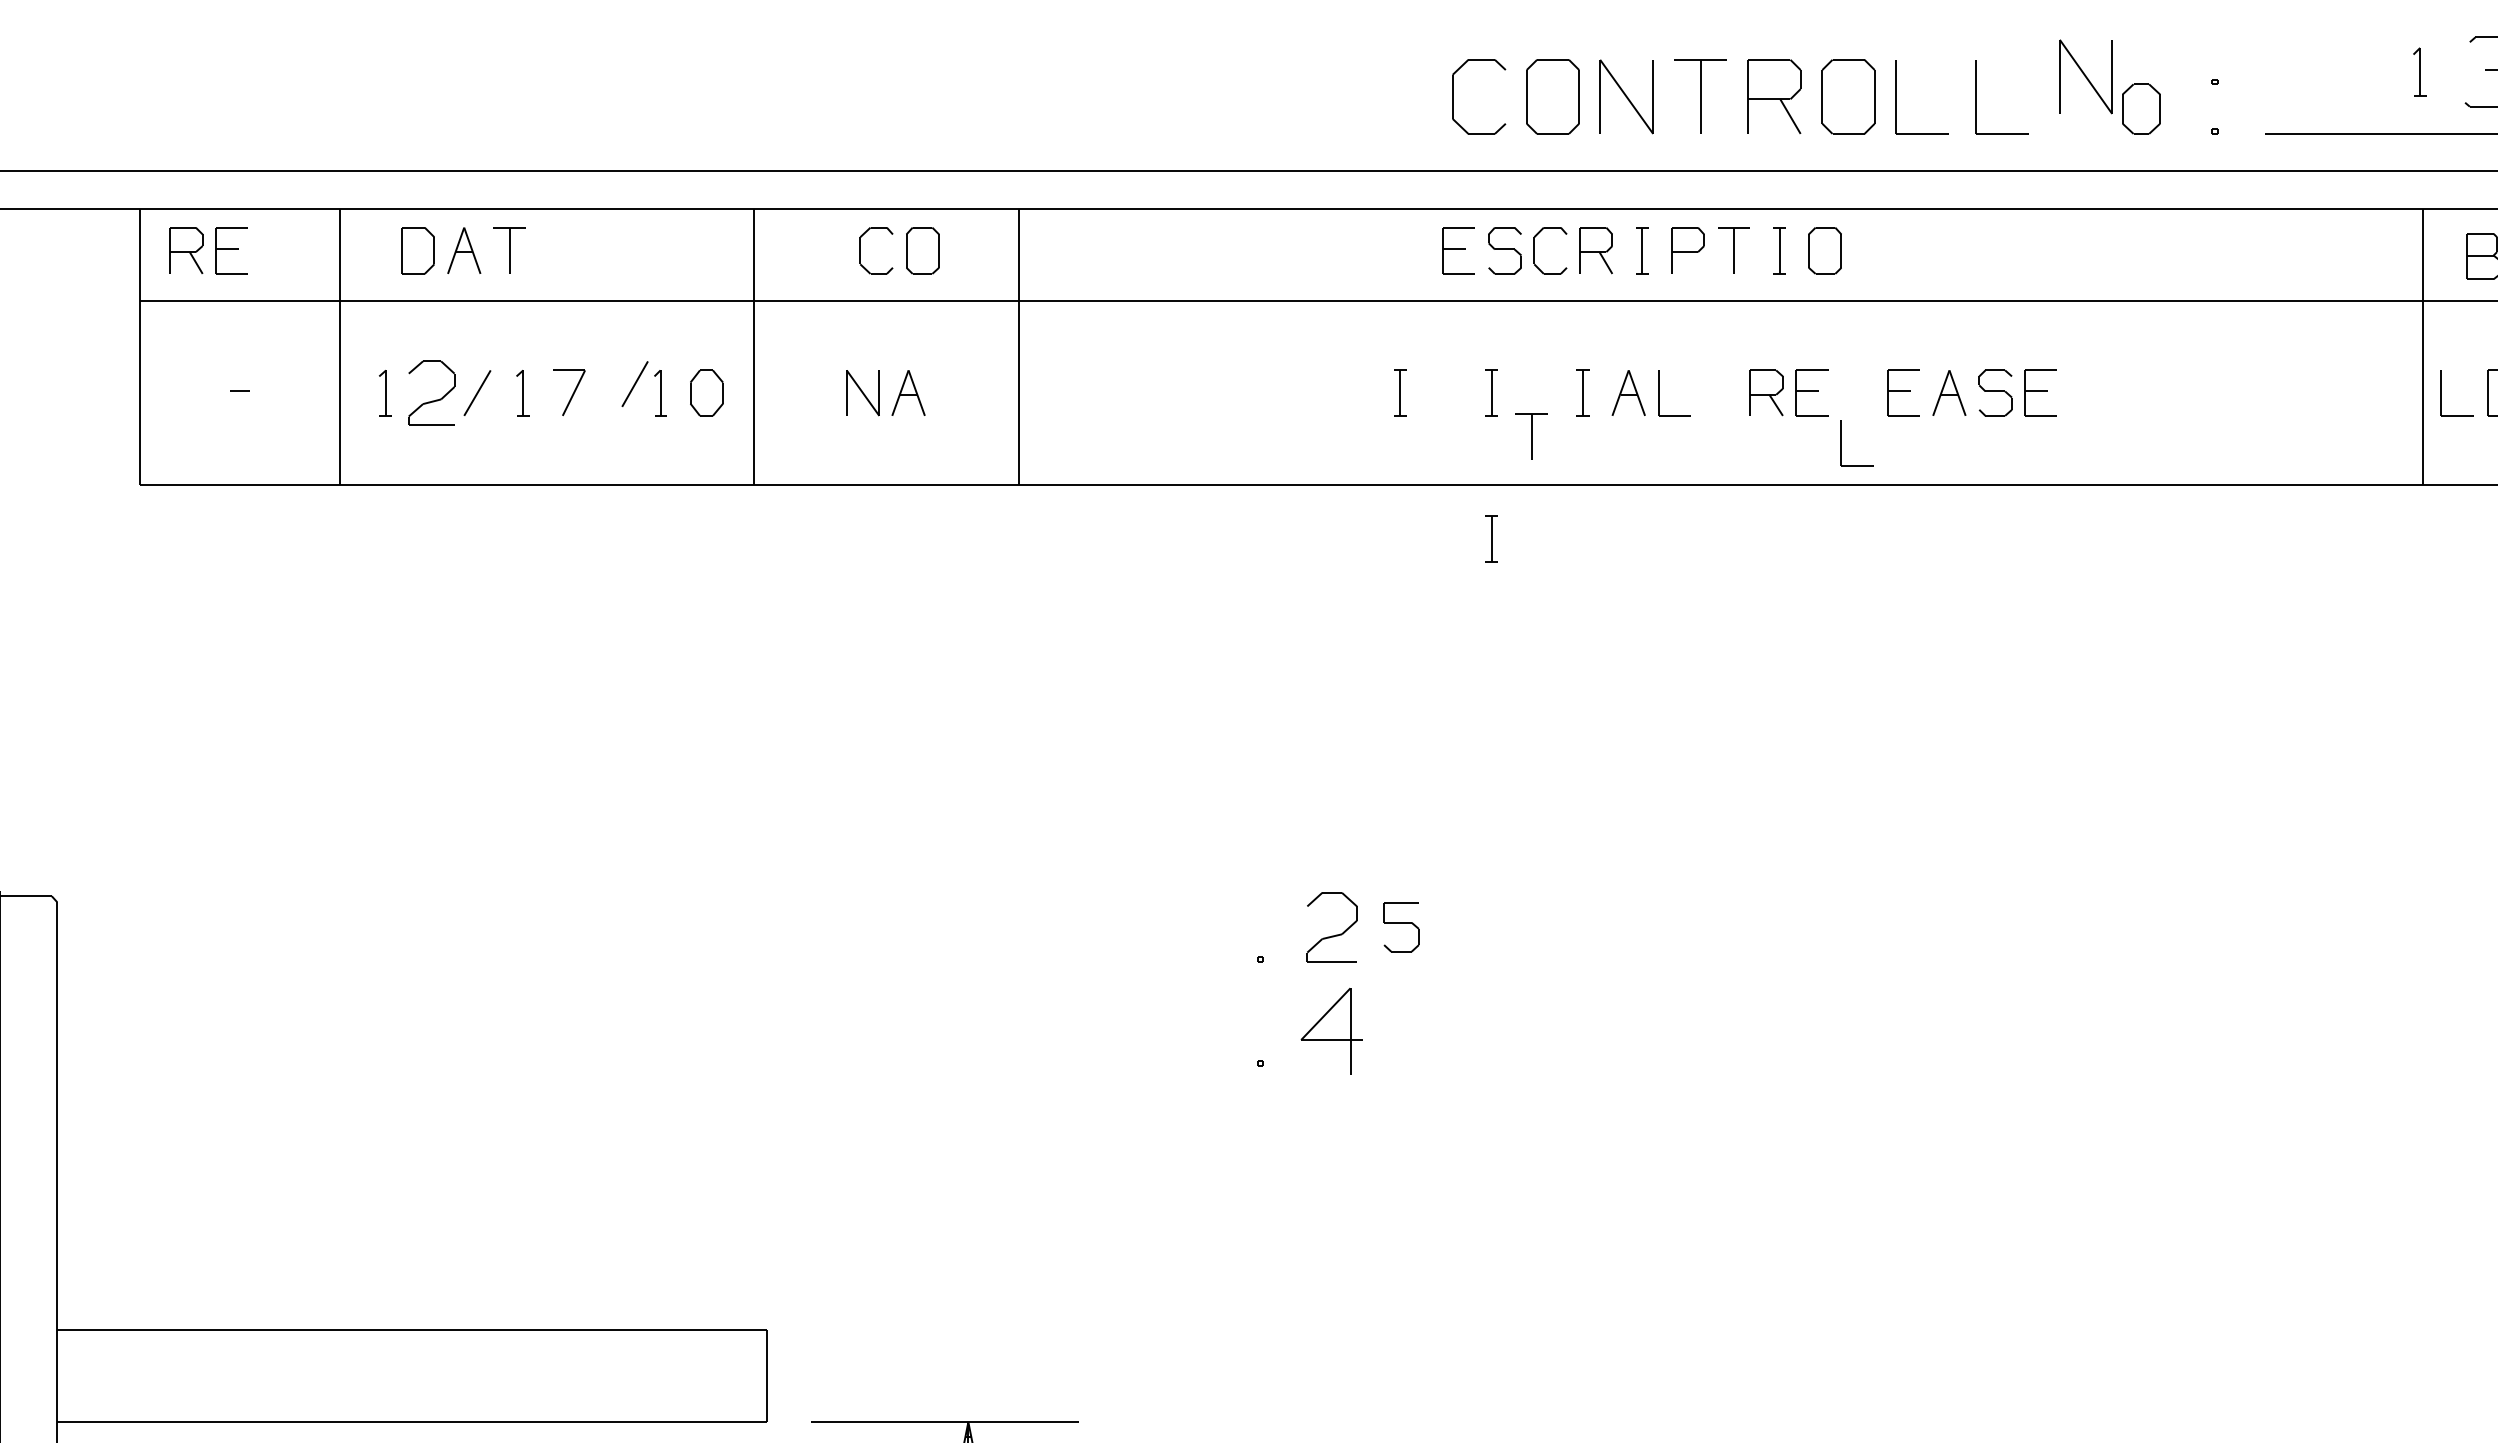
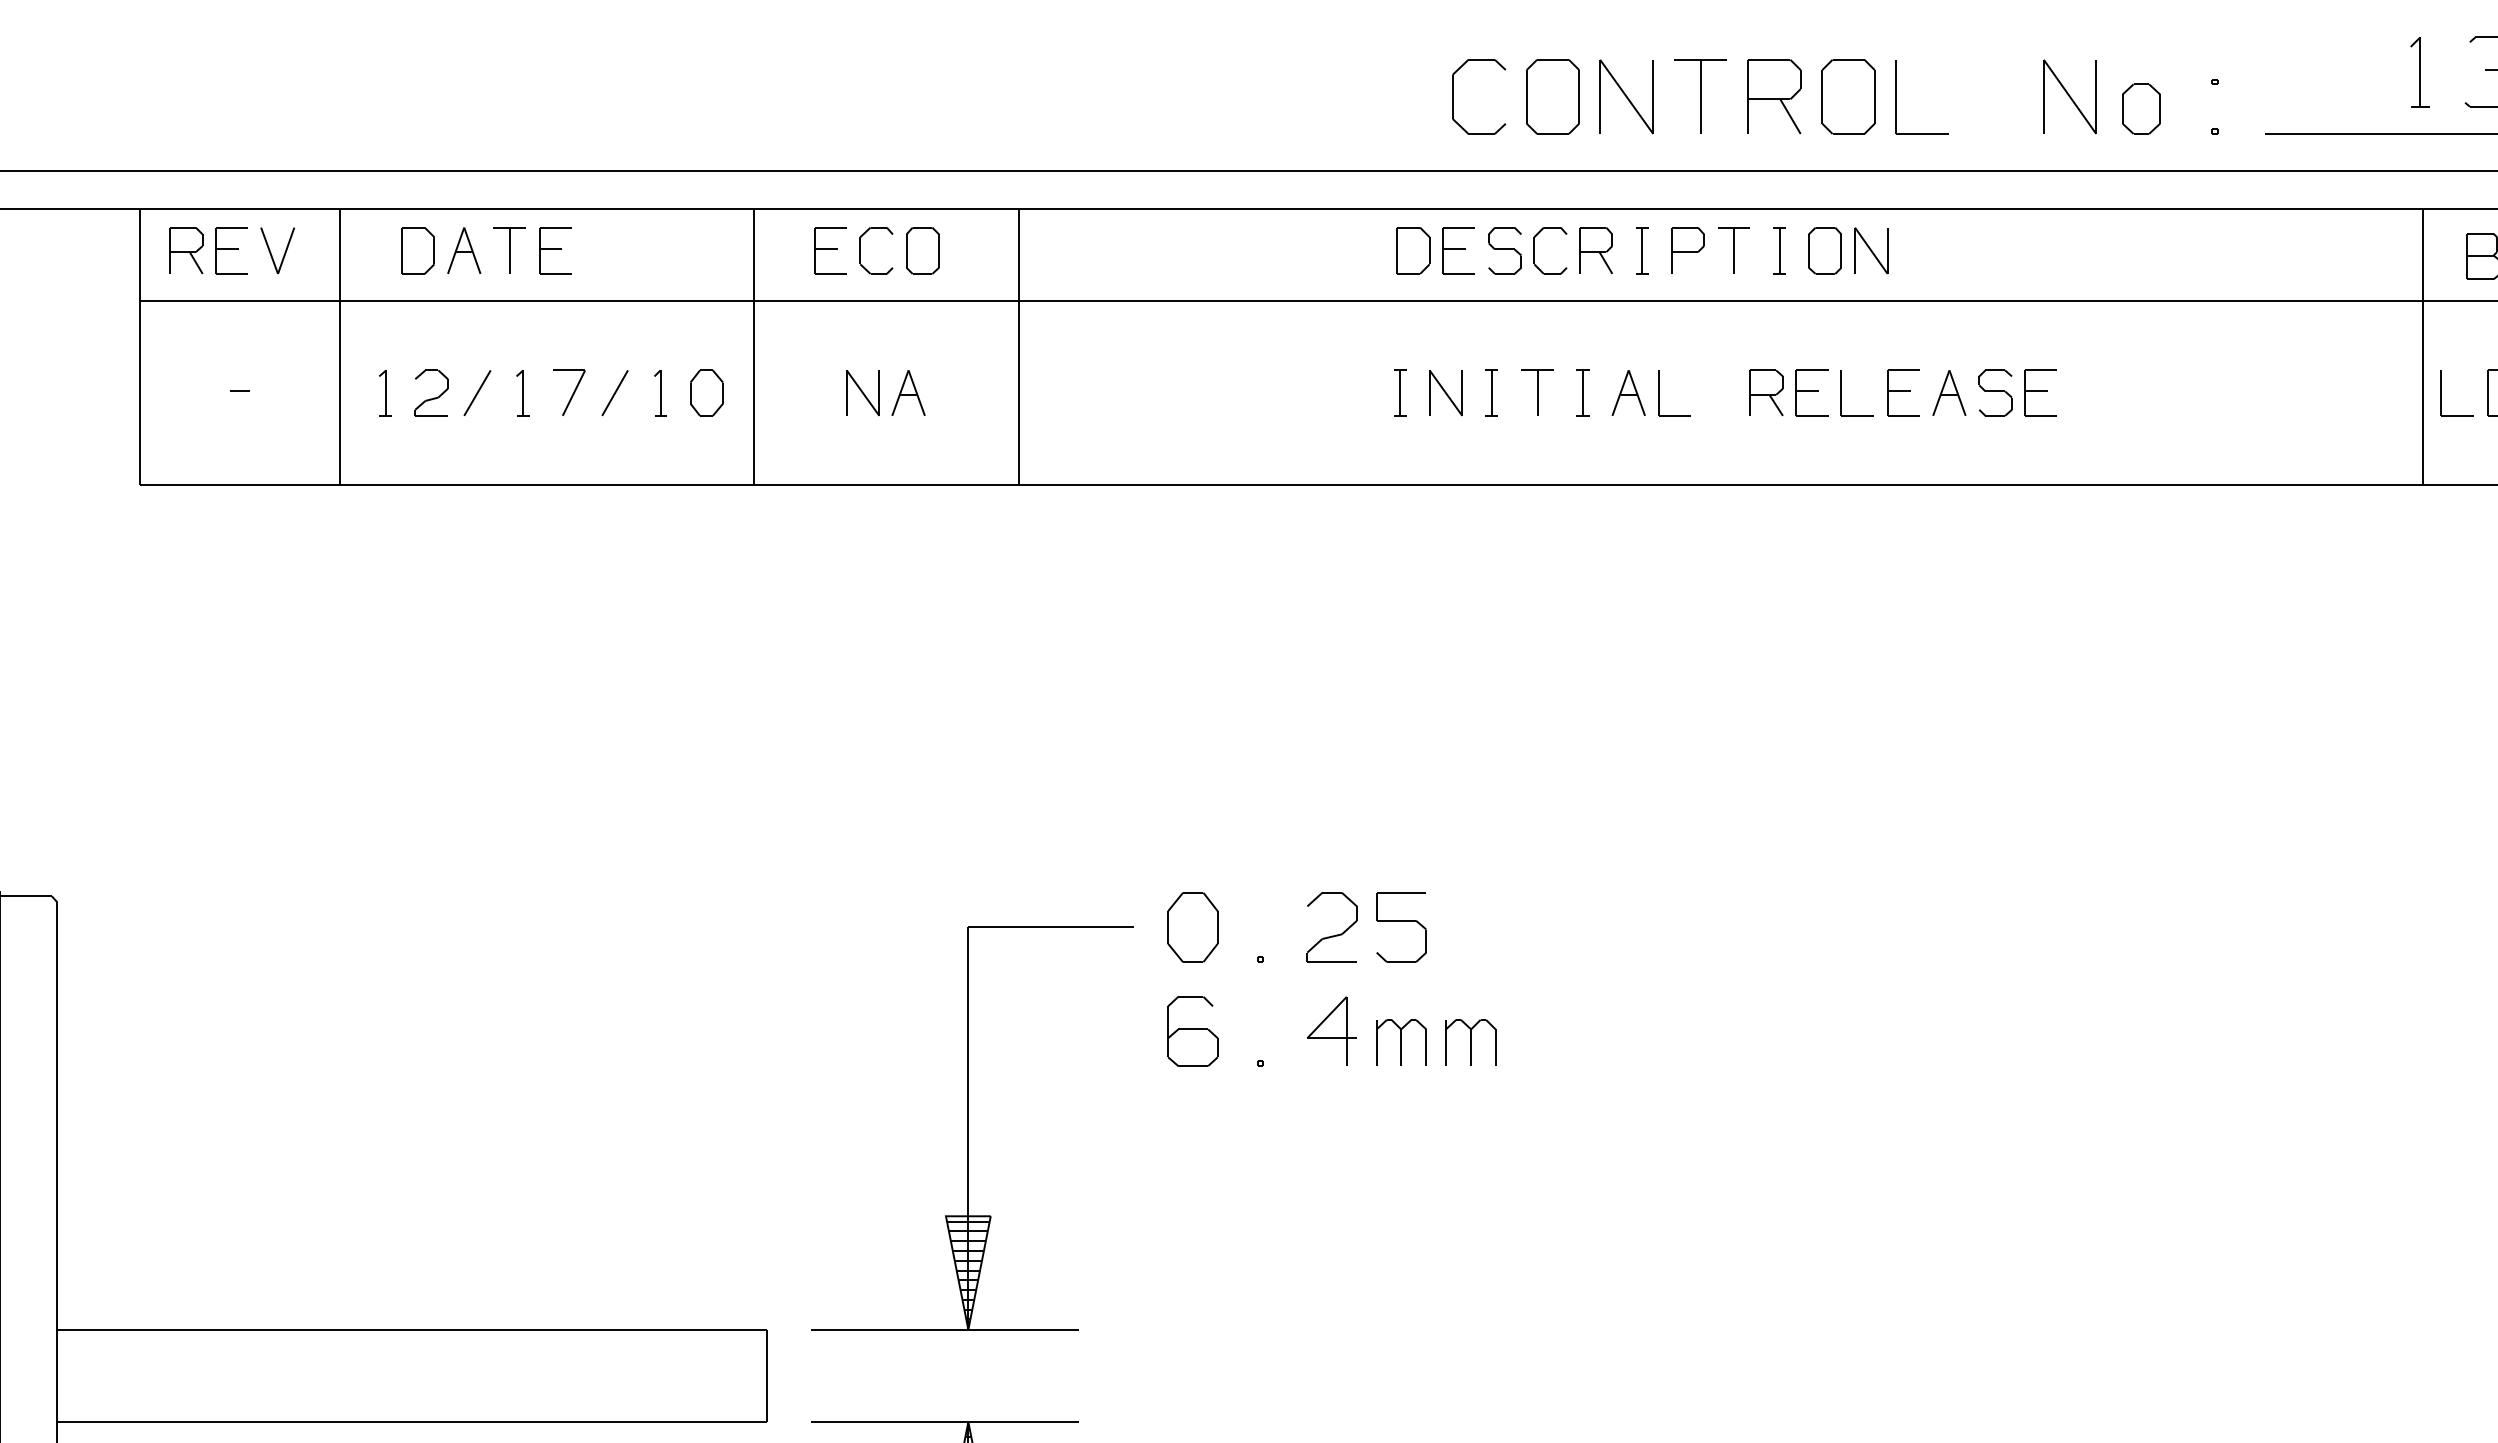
part at (2419, 71) size: 14x50 px -> 20x71 px
part at (2085, 76) position: (2085, 76) -> (2069, 96)
part at (1976, 97): present -> none
part at (555, 250): none -> present
part at (830, 250): none -> present
part at (1413, 250): none -> present
part at (1871, 250): none -> present
part at (271, 252): none -> present
line at (634, 383) position: (634, 383) -> (614, 392)
part at (431, 392) size: 48x66 px -> 35x48 px
part at (1445, 393): none -> present
part at (1531, 436) position: (1531, 436) -> (1537, 392)
part at (1841, 443) position: (1841, 443) -> (1841, 393)
part at (1491, 538): present -> none
part at (1192, 927): none -> present
part at (1401, 927) size: 37x51 px -> 51x71 px
part at (1192, 1031): none -> present
part at (1331, 1031) size: 63x87 px -> 50x70 px
part at (1401, 1042): none -> present
part at (1470, 1042): none -> present
part at (972, 1128): none -> present
